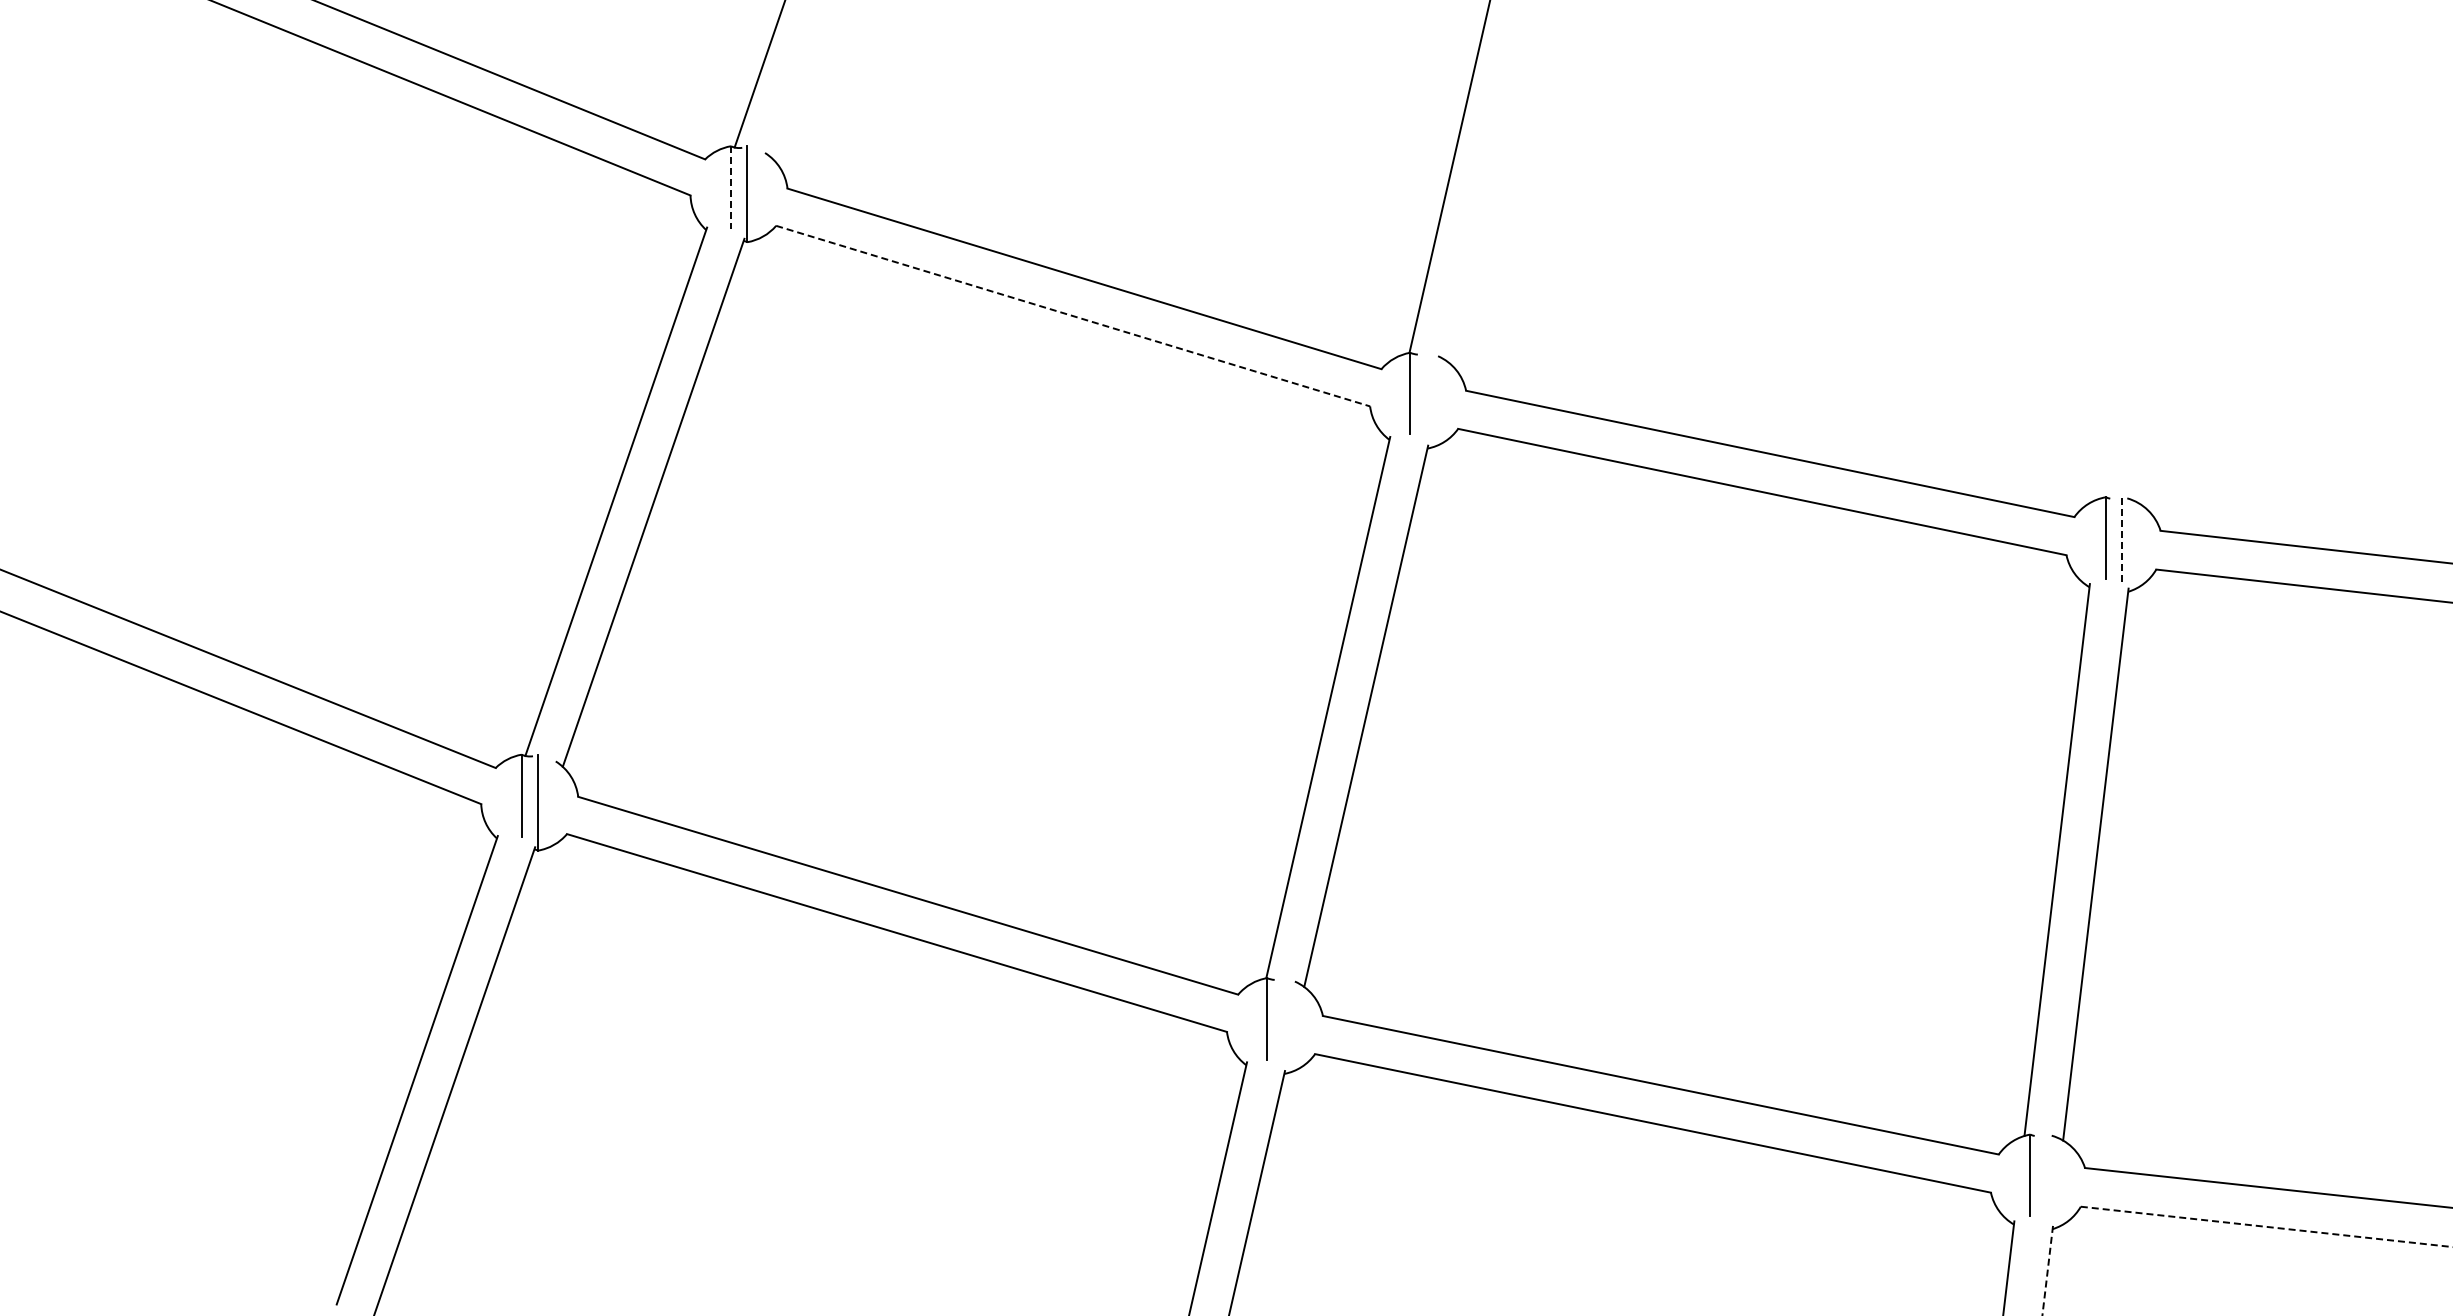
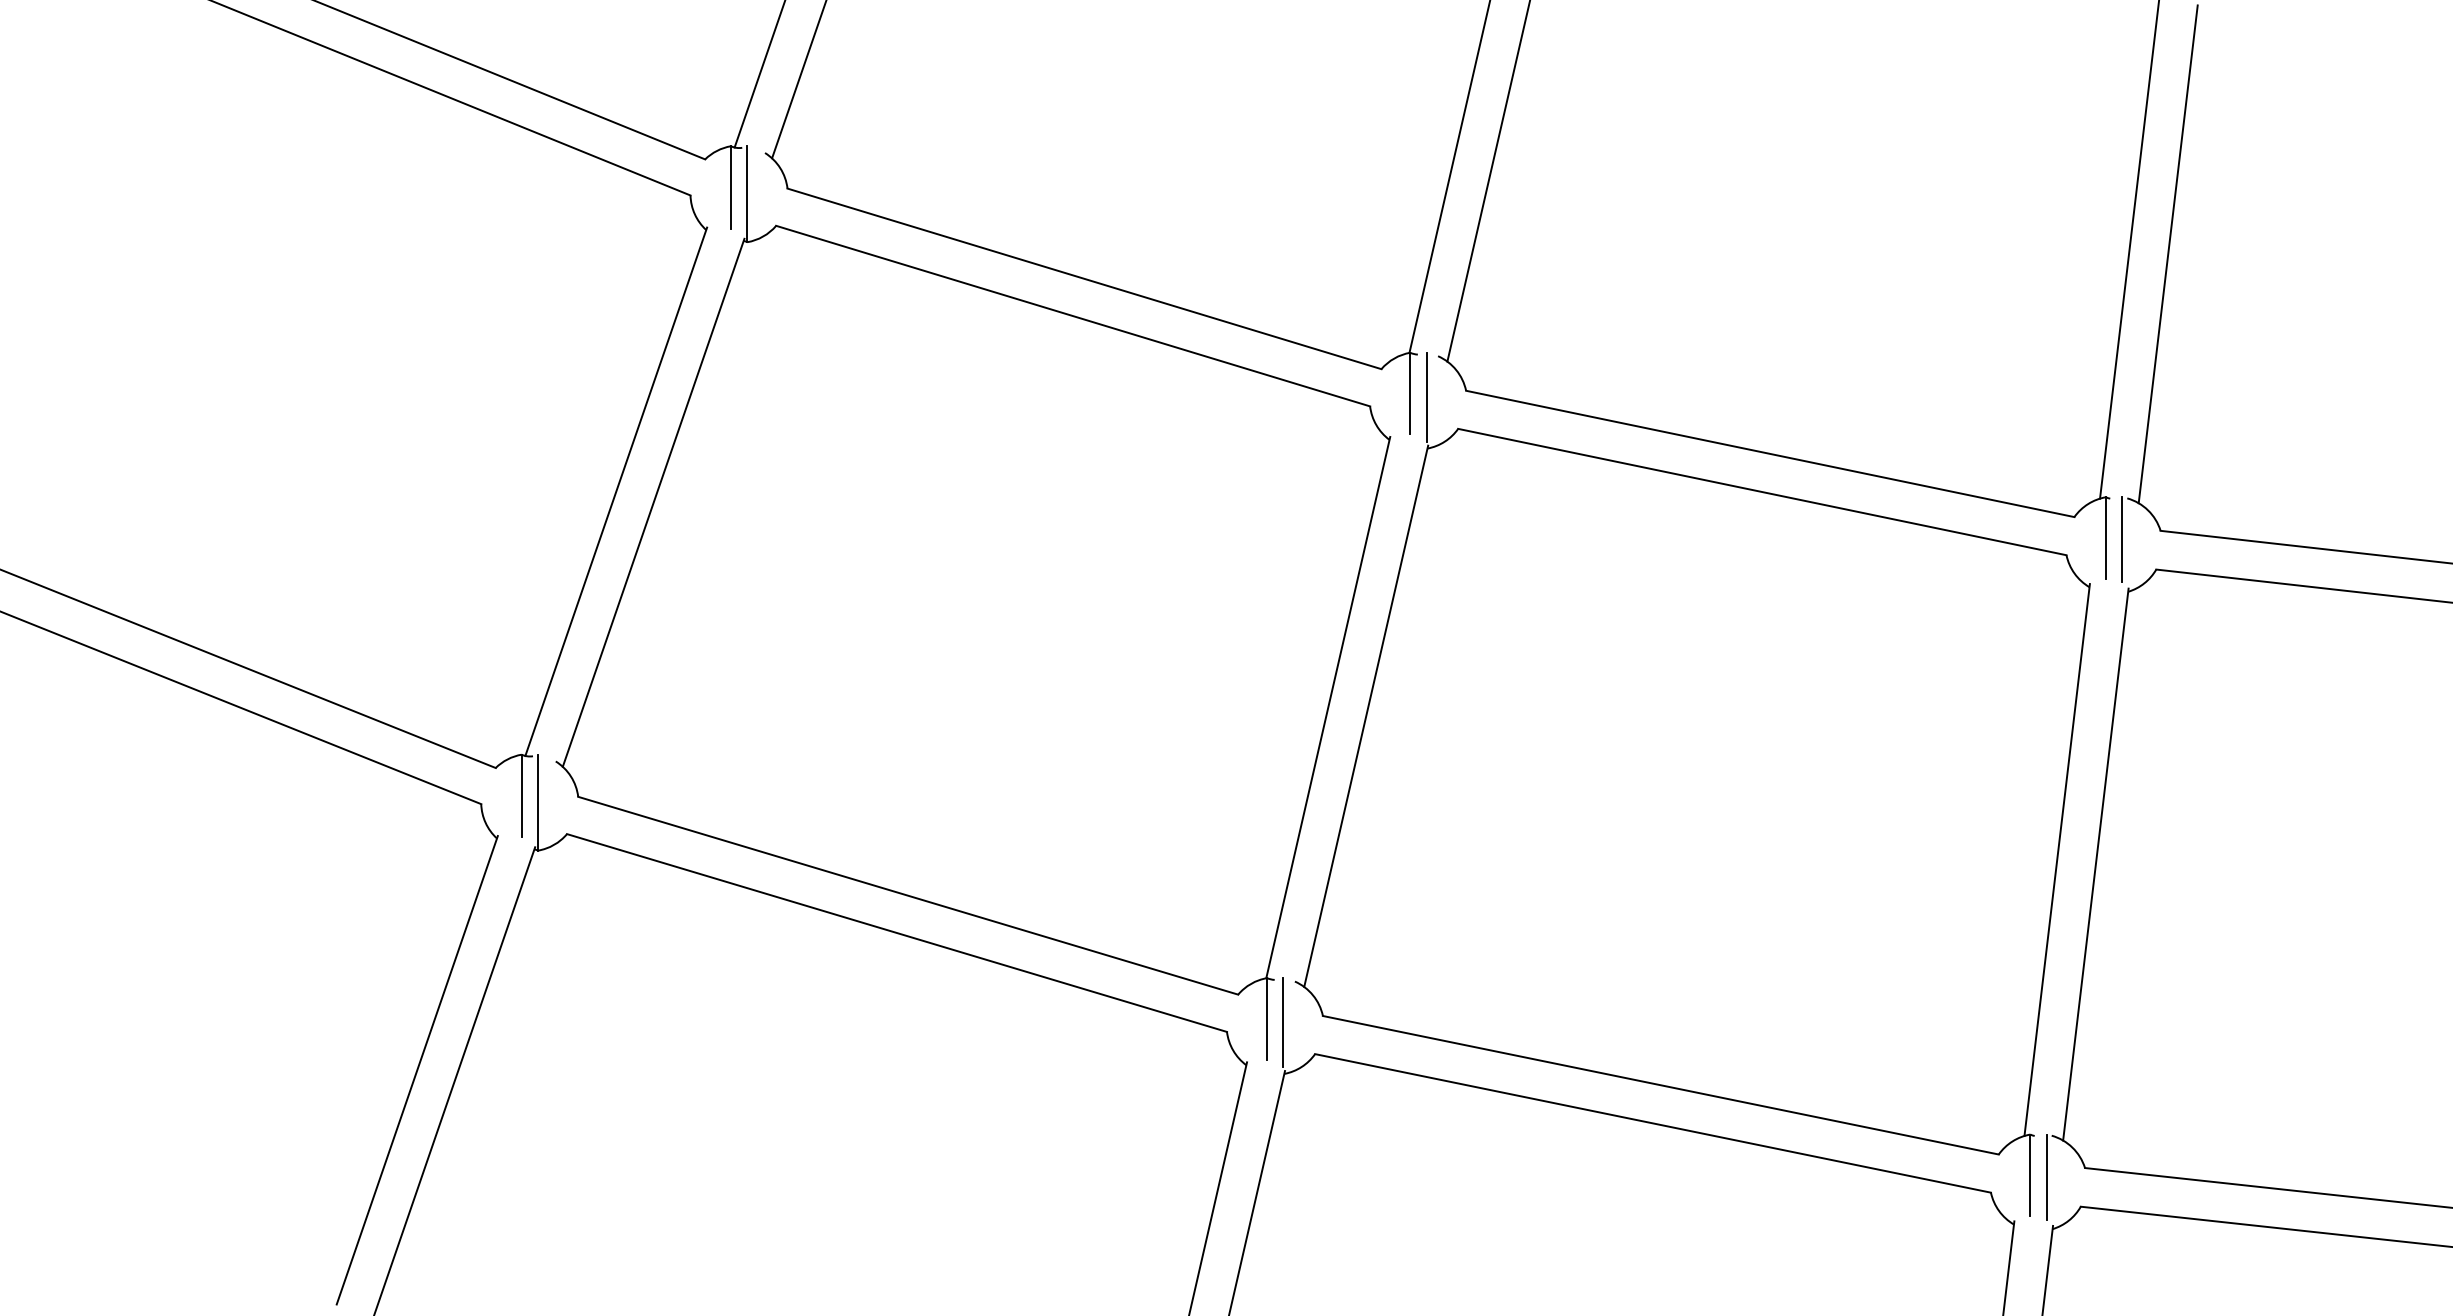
line at (798, 80): none -> present
line at (1488, 181): none -> present
line at (731, 188): dashed -> solid
line at (2129, 250): none -> present
line at (2167, 254): none -> present
line at (1073, 316): dashed -> solid
line at (1426, 396): none -> present
line at (2122, 539): dashed -> solid
line at (1283, 1022): none -> present
line at (2046, 1176): none -> present
line at (2266, 1226): dashed -> solid
line at (2047, 1270): dashed -> solid
